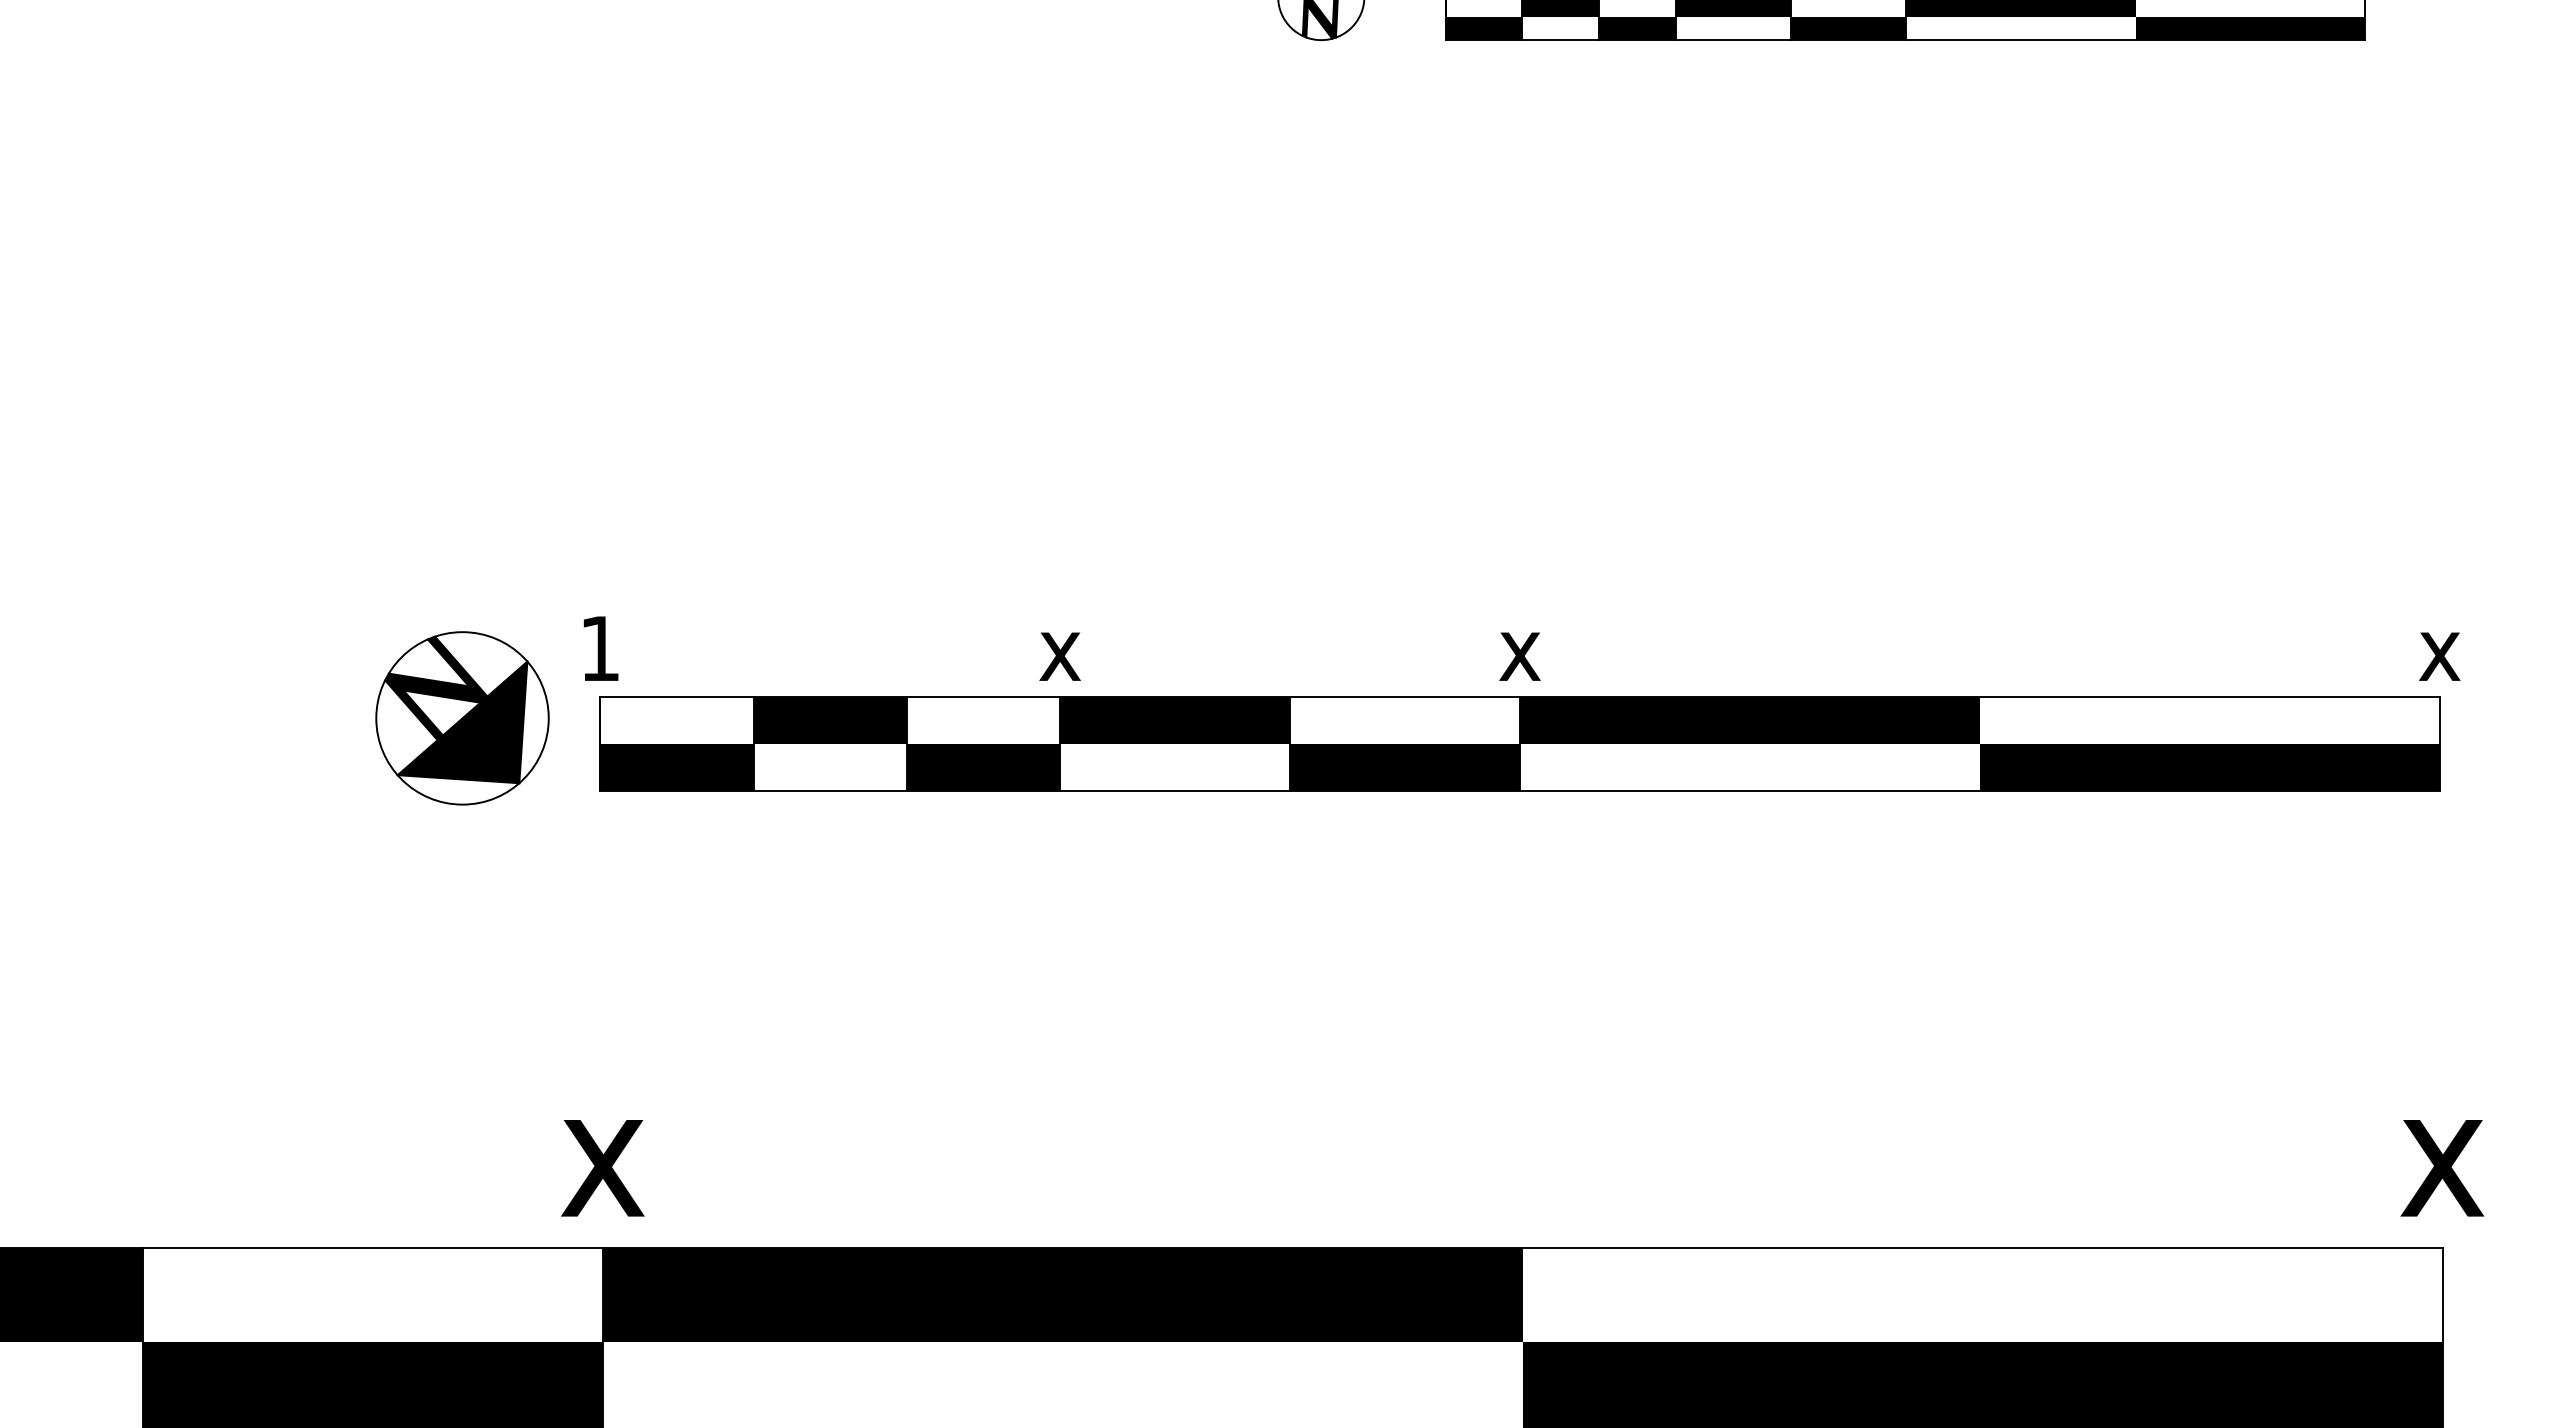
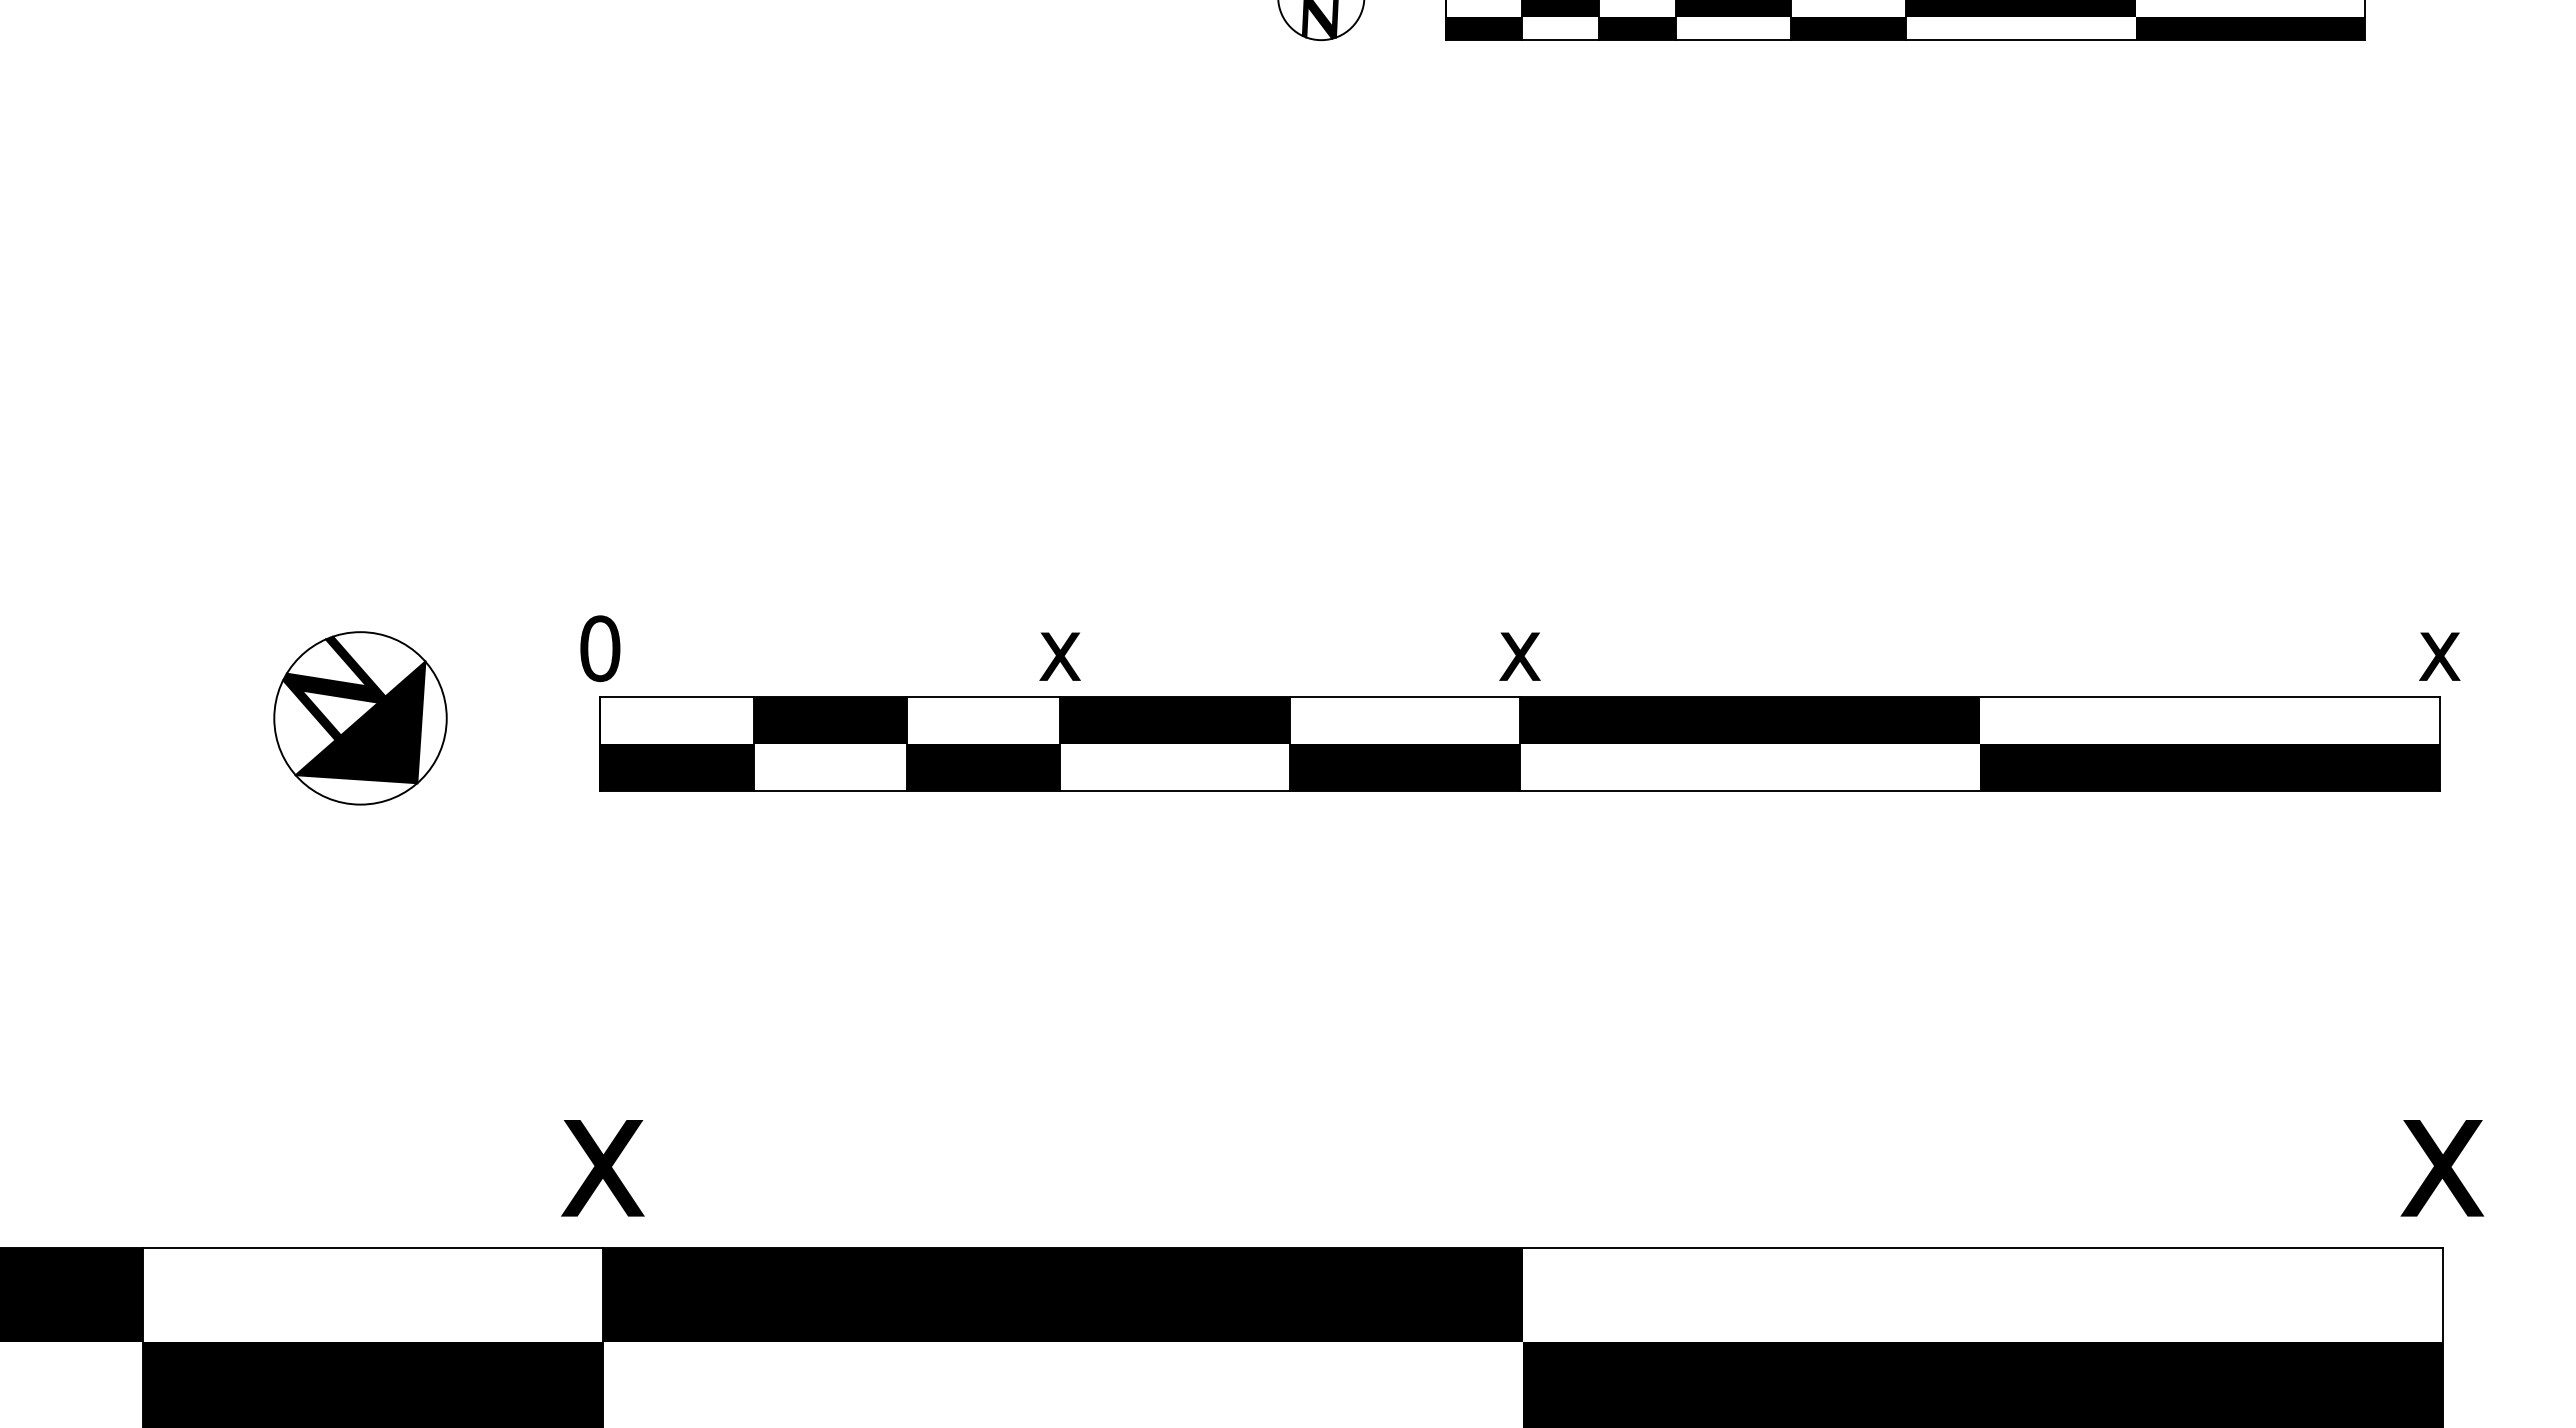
text at (600, 648): 1 -> 0
part at (462, 718) position: (462, 718) -> (360, 718)
